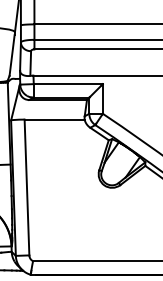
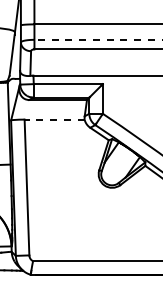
line at (98, 39): solid -> dashed
line at (54, 119): solid -> dashed
